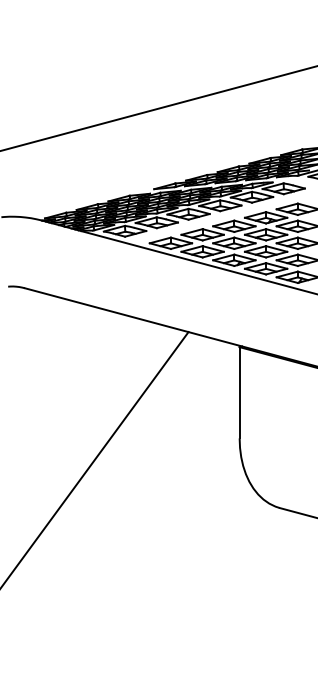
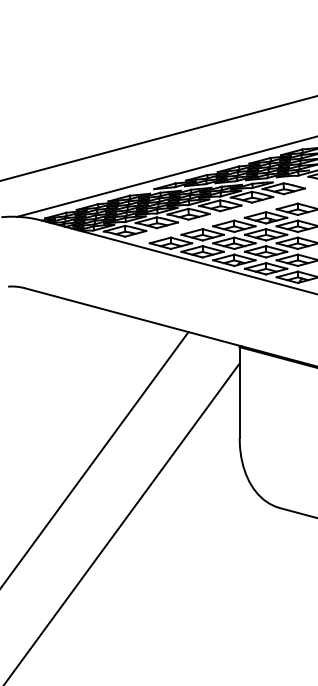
line at (158, 108) position: (158, 108) -> (158, 138)
line at (165, 176): none -> present
line at (122, 522): none -> present
